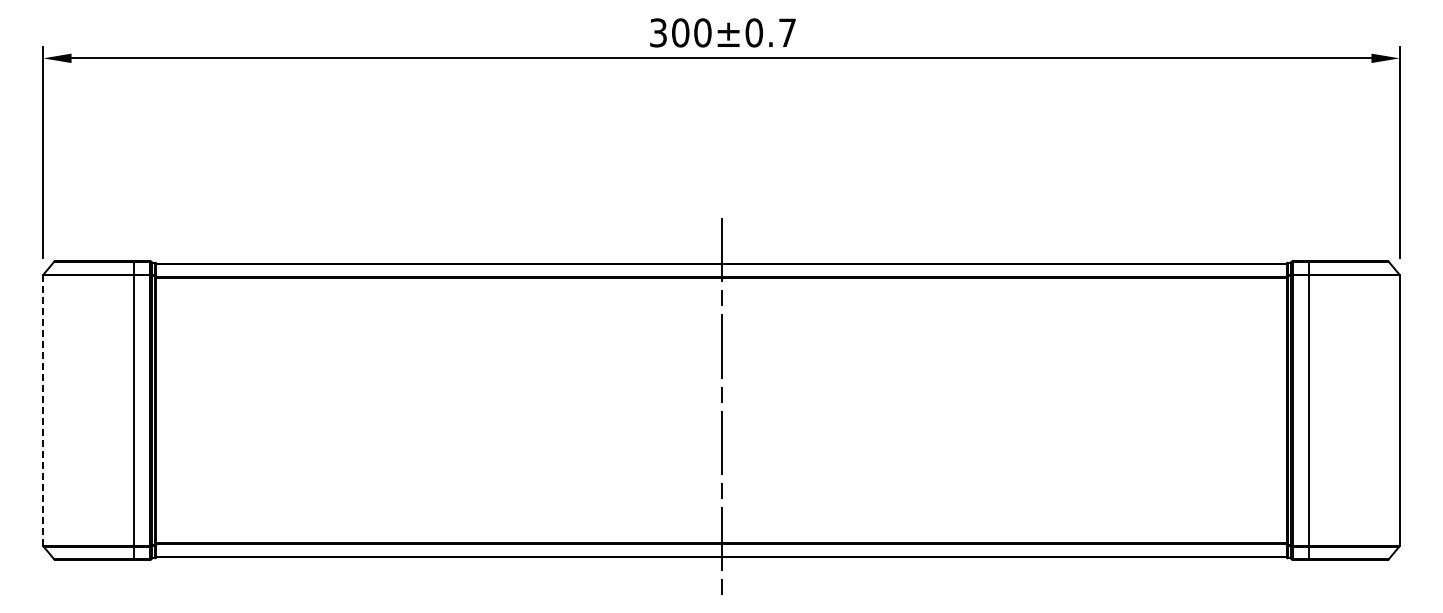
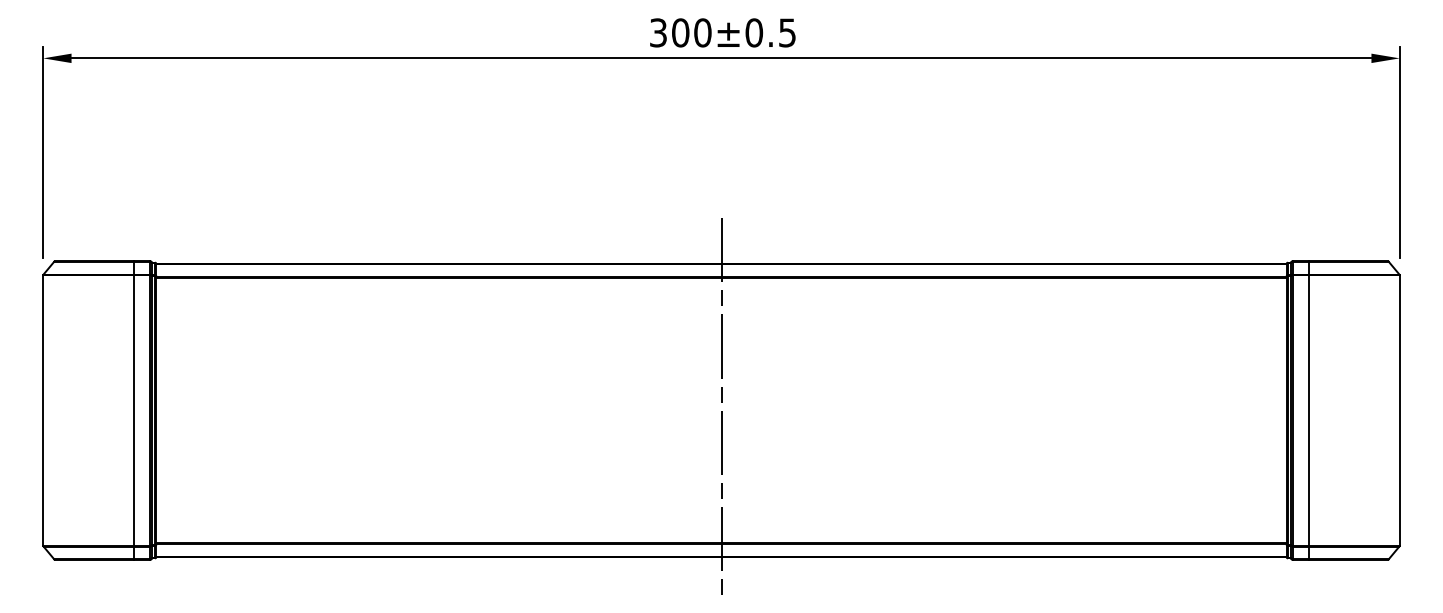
text at (787, 32): 300±0.7 -> 300±0.5
line at (43, 411): dashed -> solid
